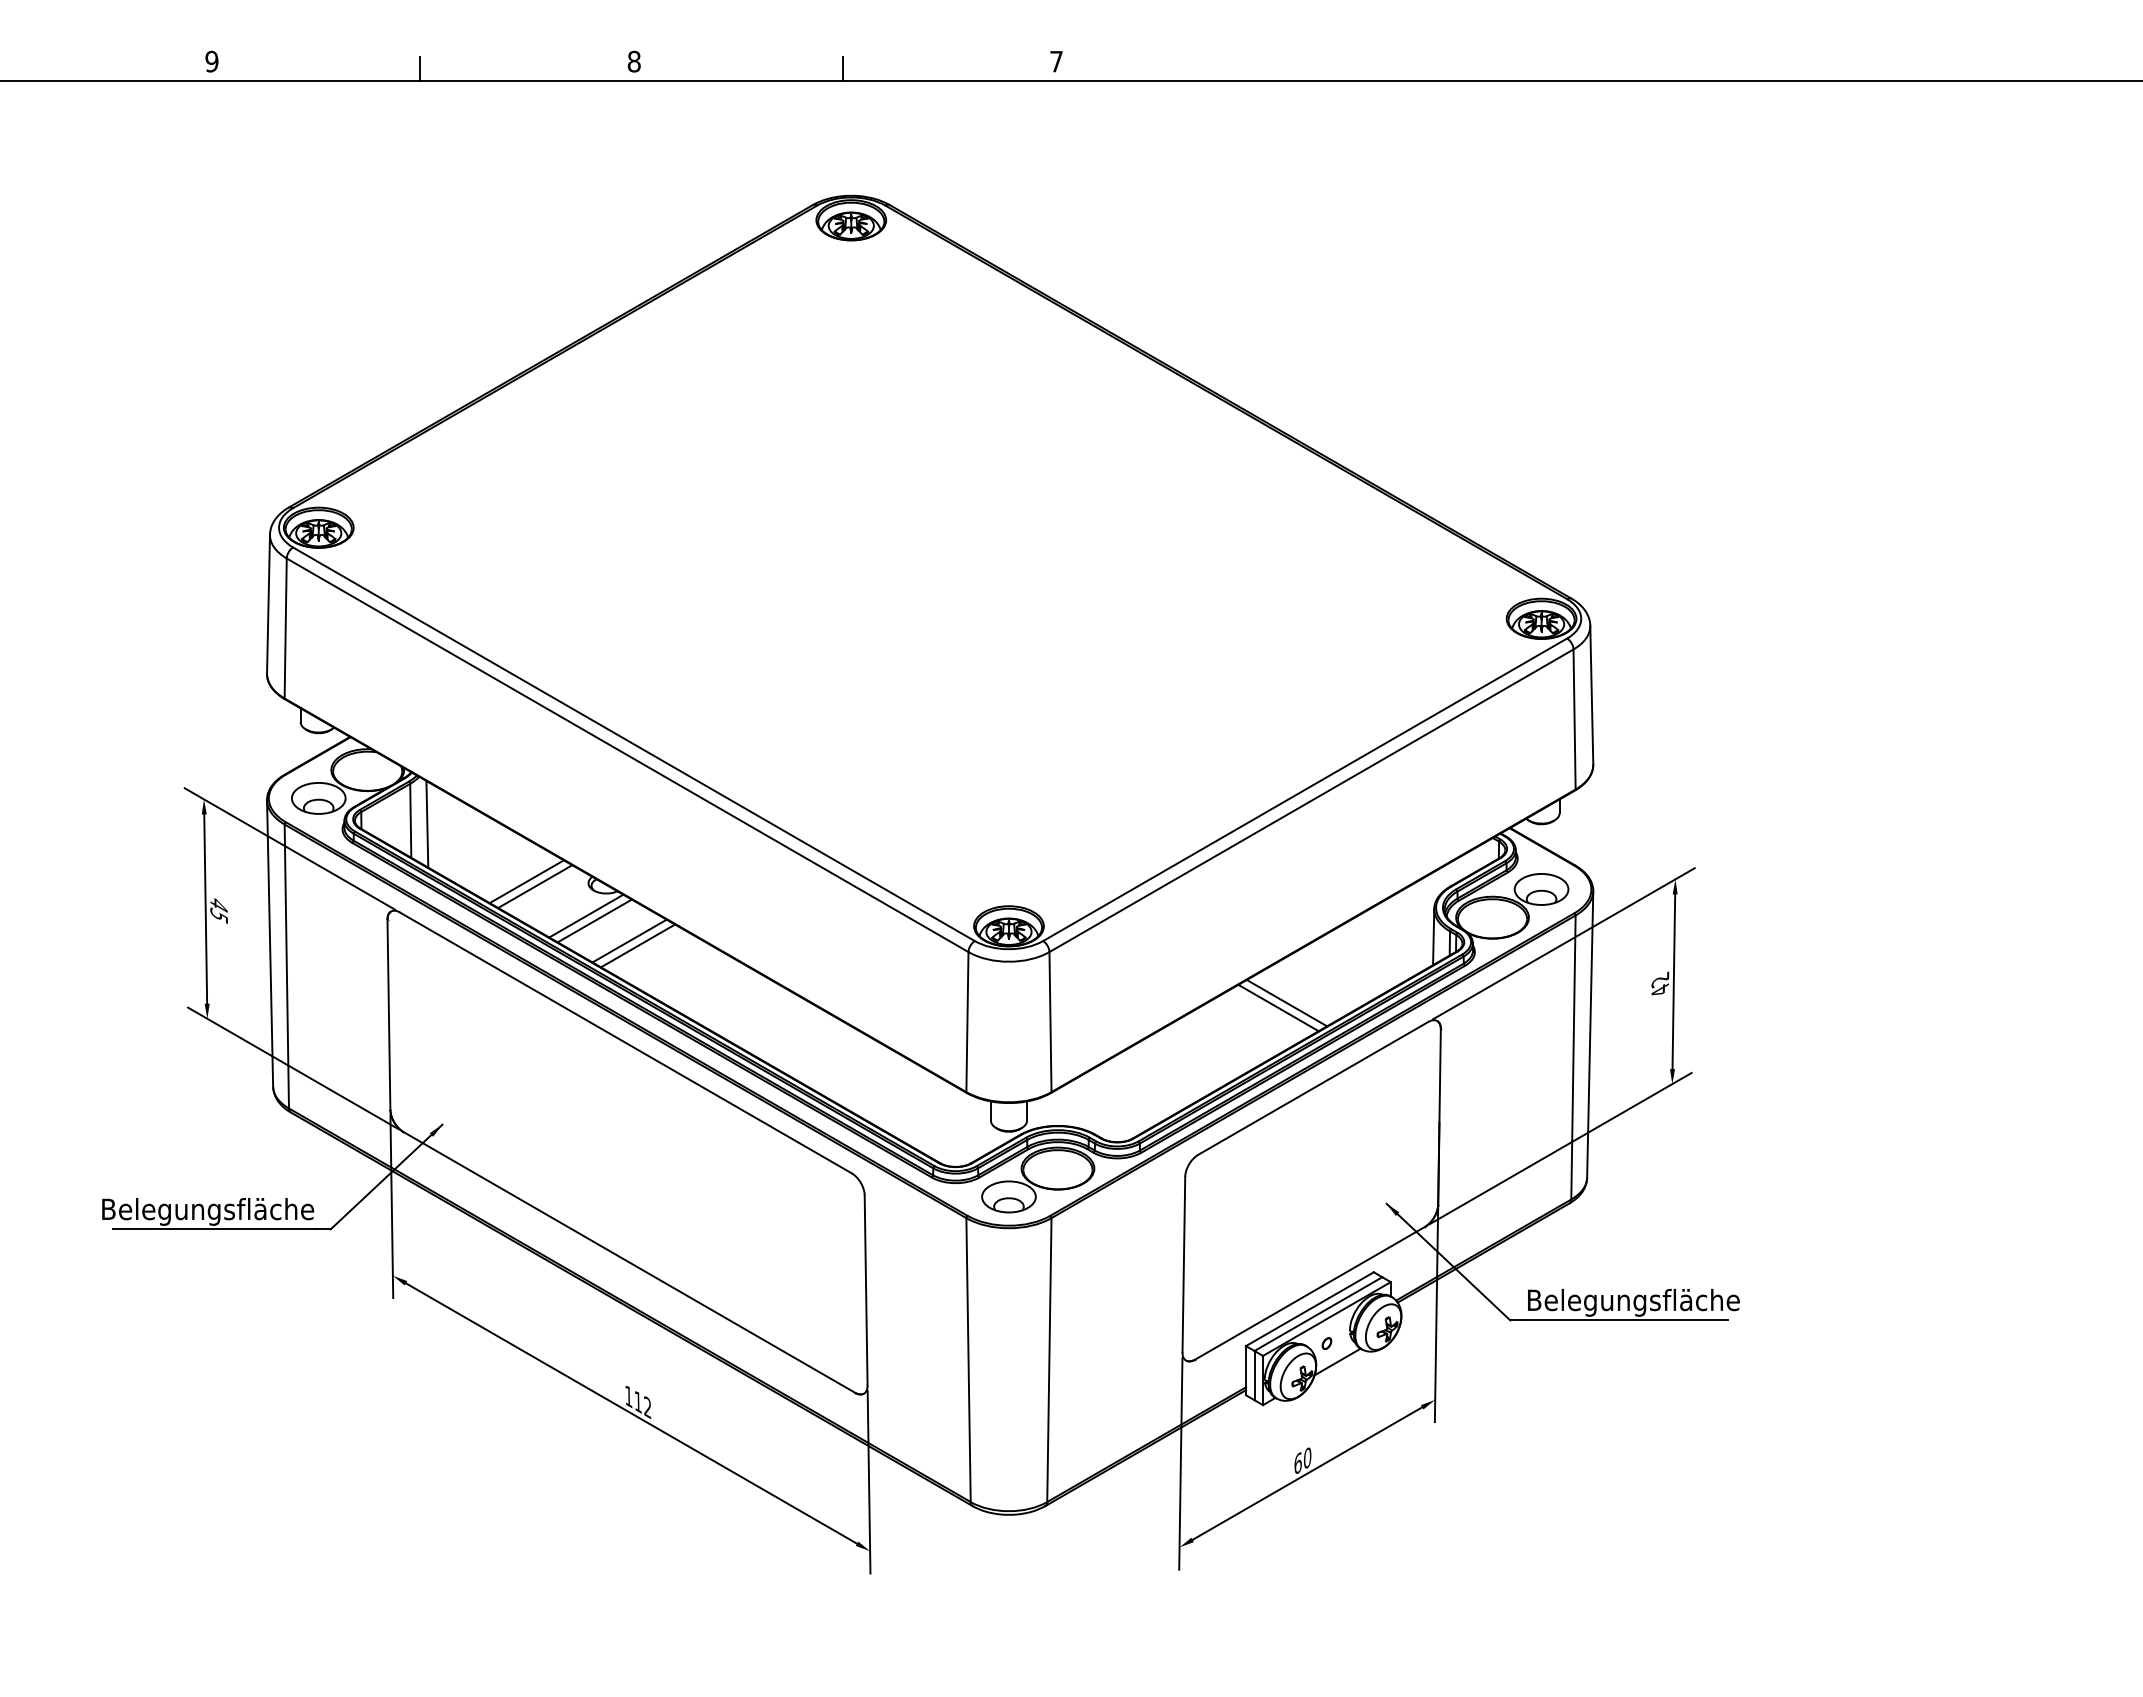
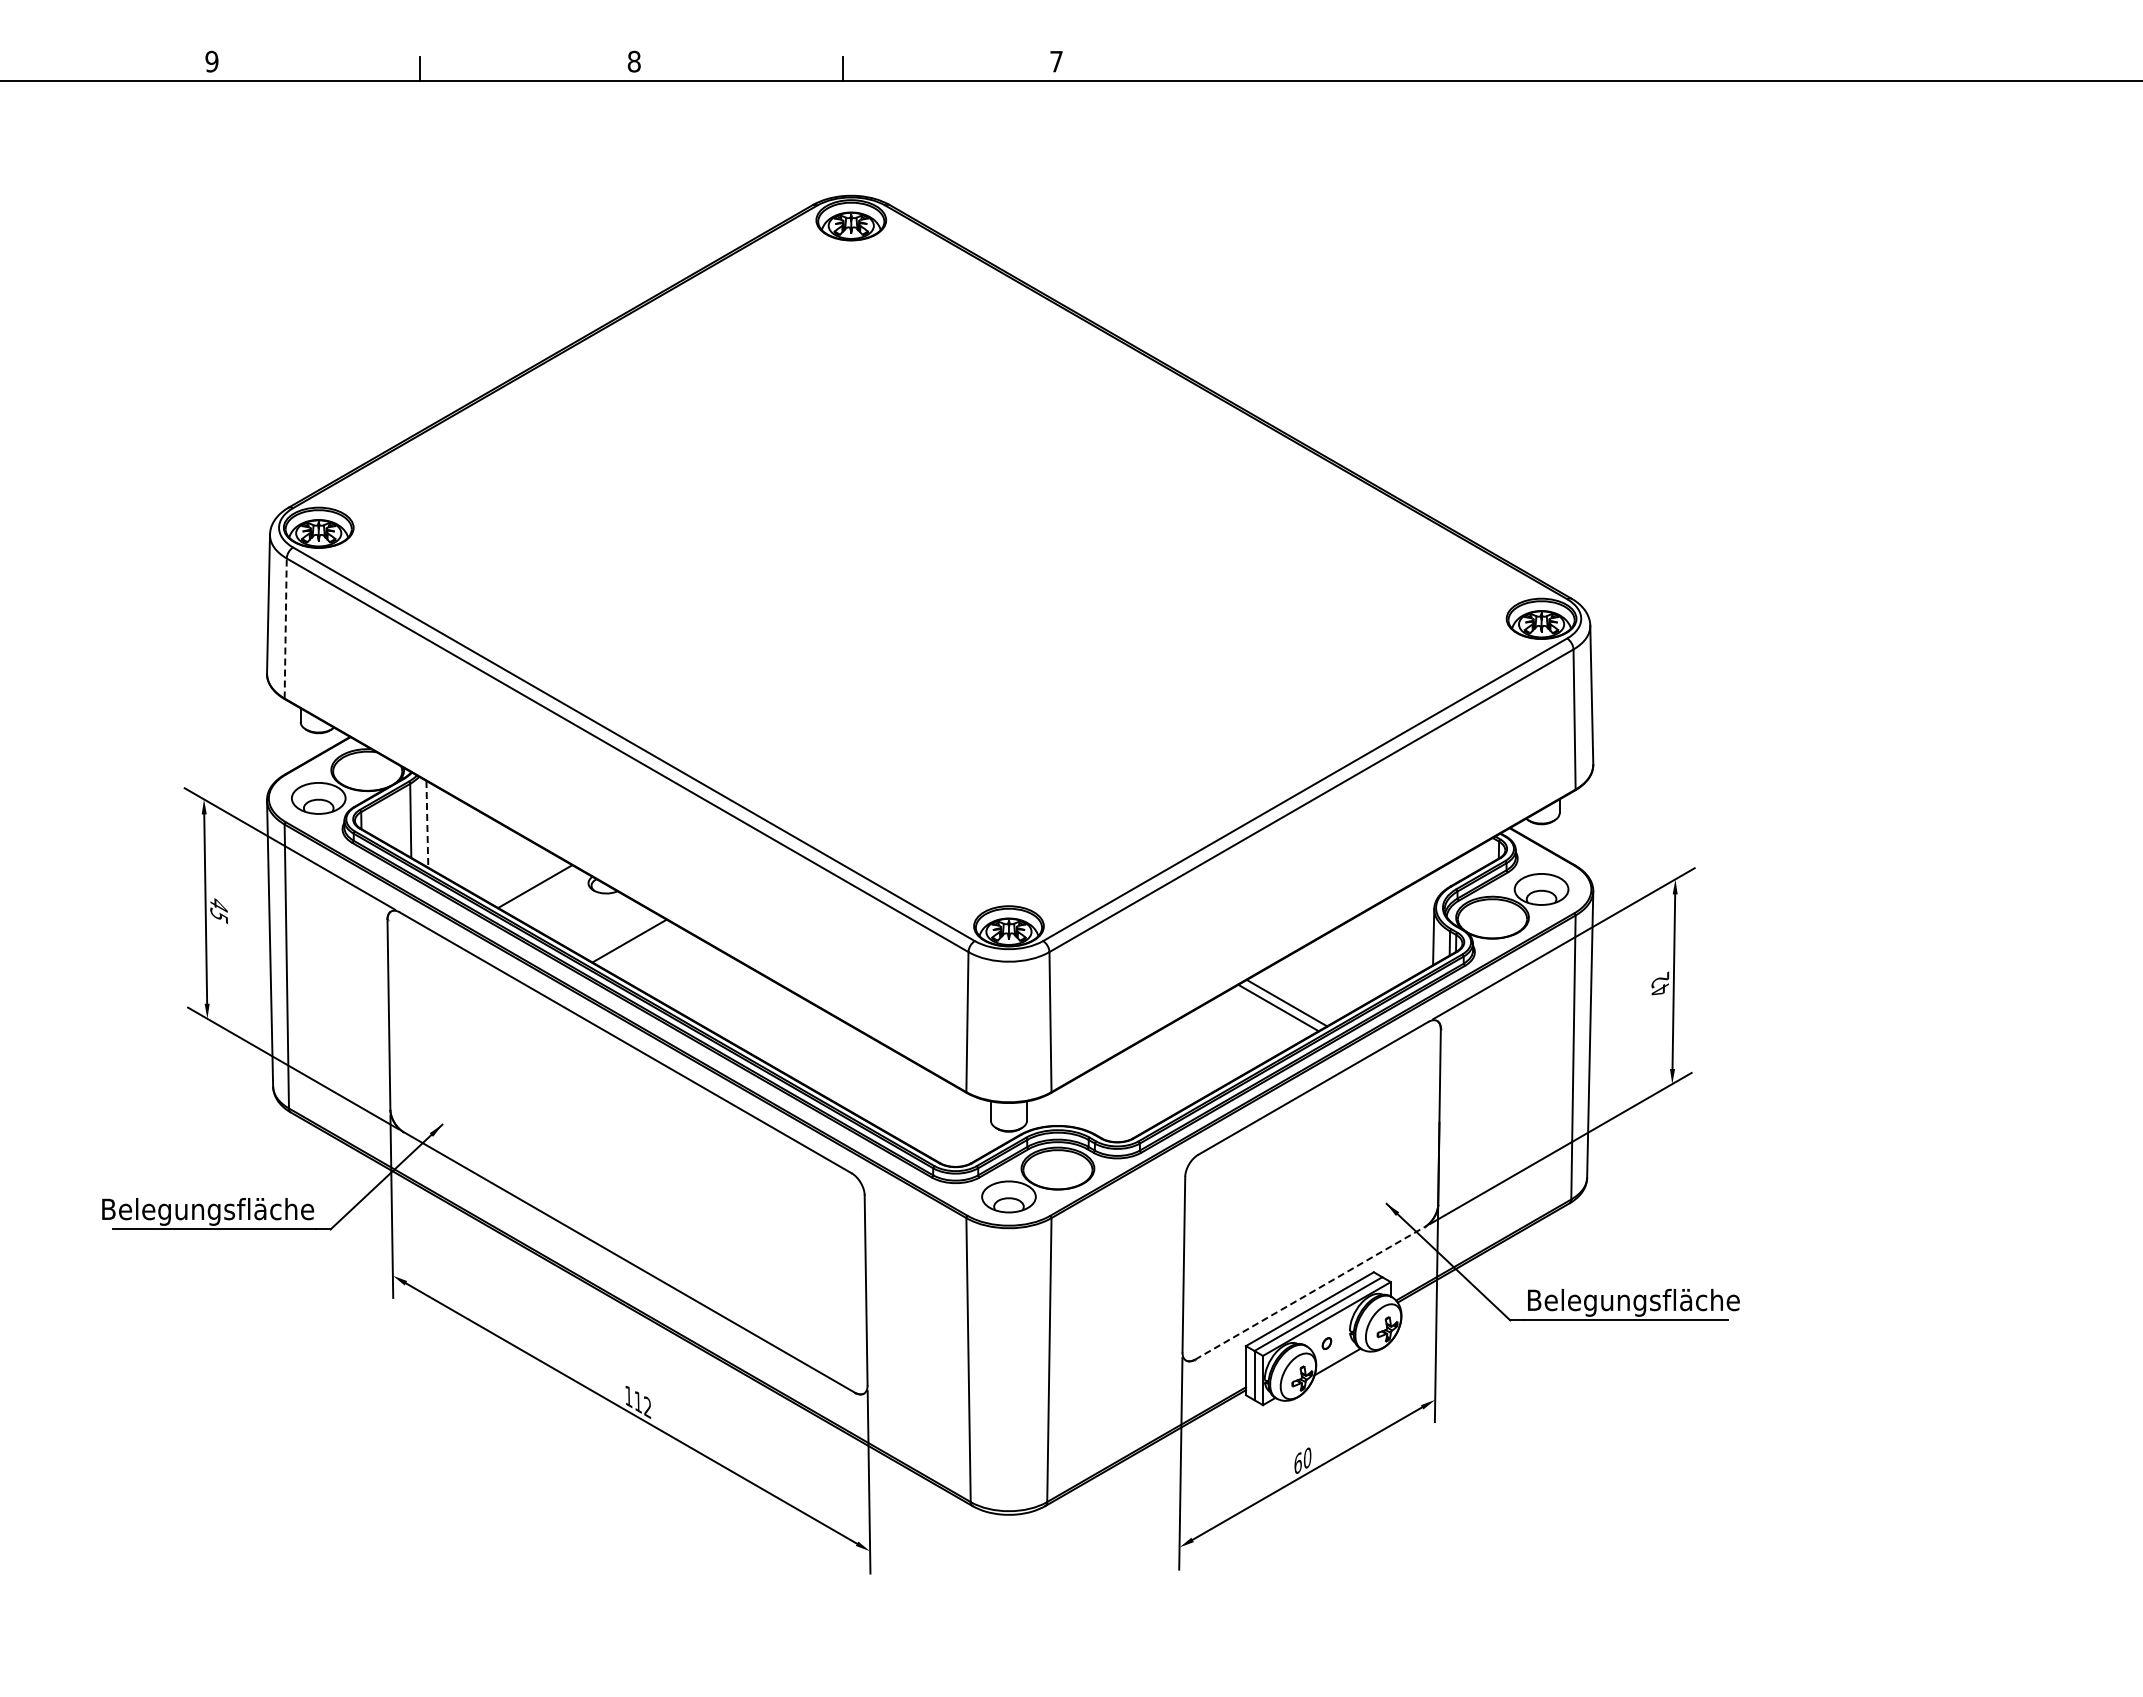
line at (285, 628): solid -> dashed
line at (427, 824): solid -> dashed
line at (526, 881): present -> none
line at (586, 915): present -> none
line at (594, 920): present -> none
line at (638, 945): present -> none
line at (1310, 1293): solid -> dashed
